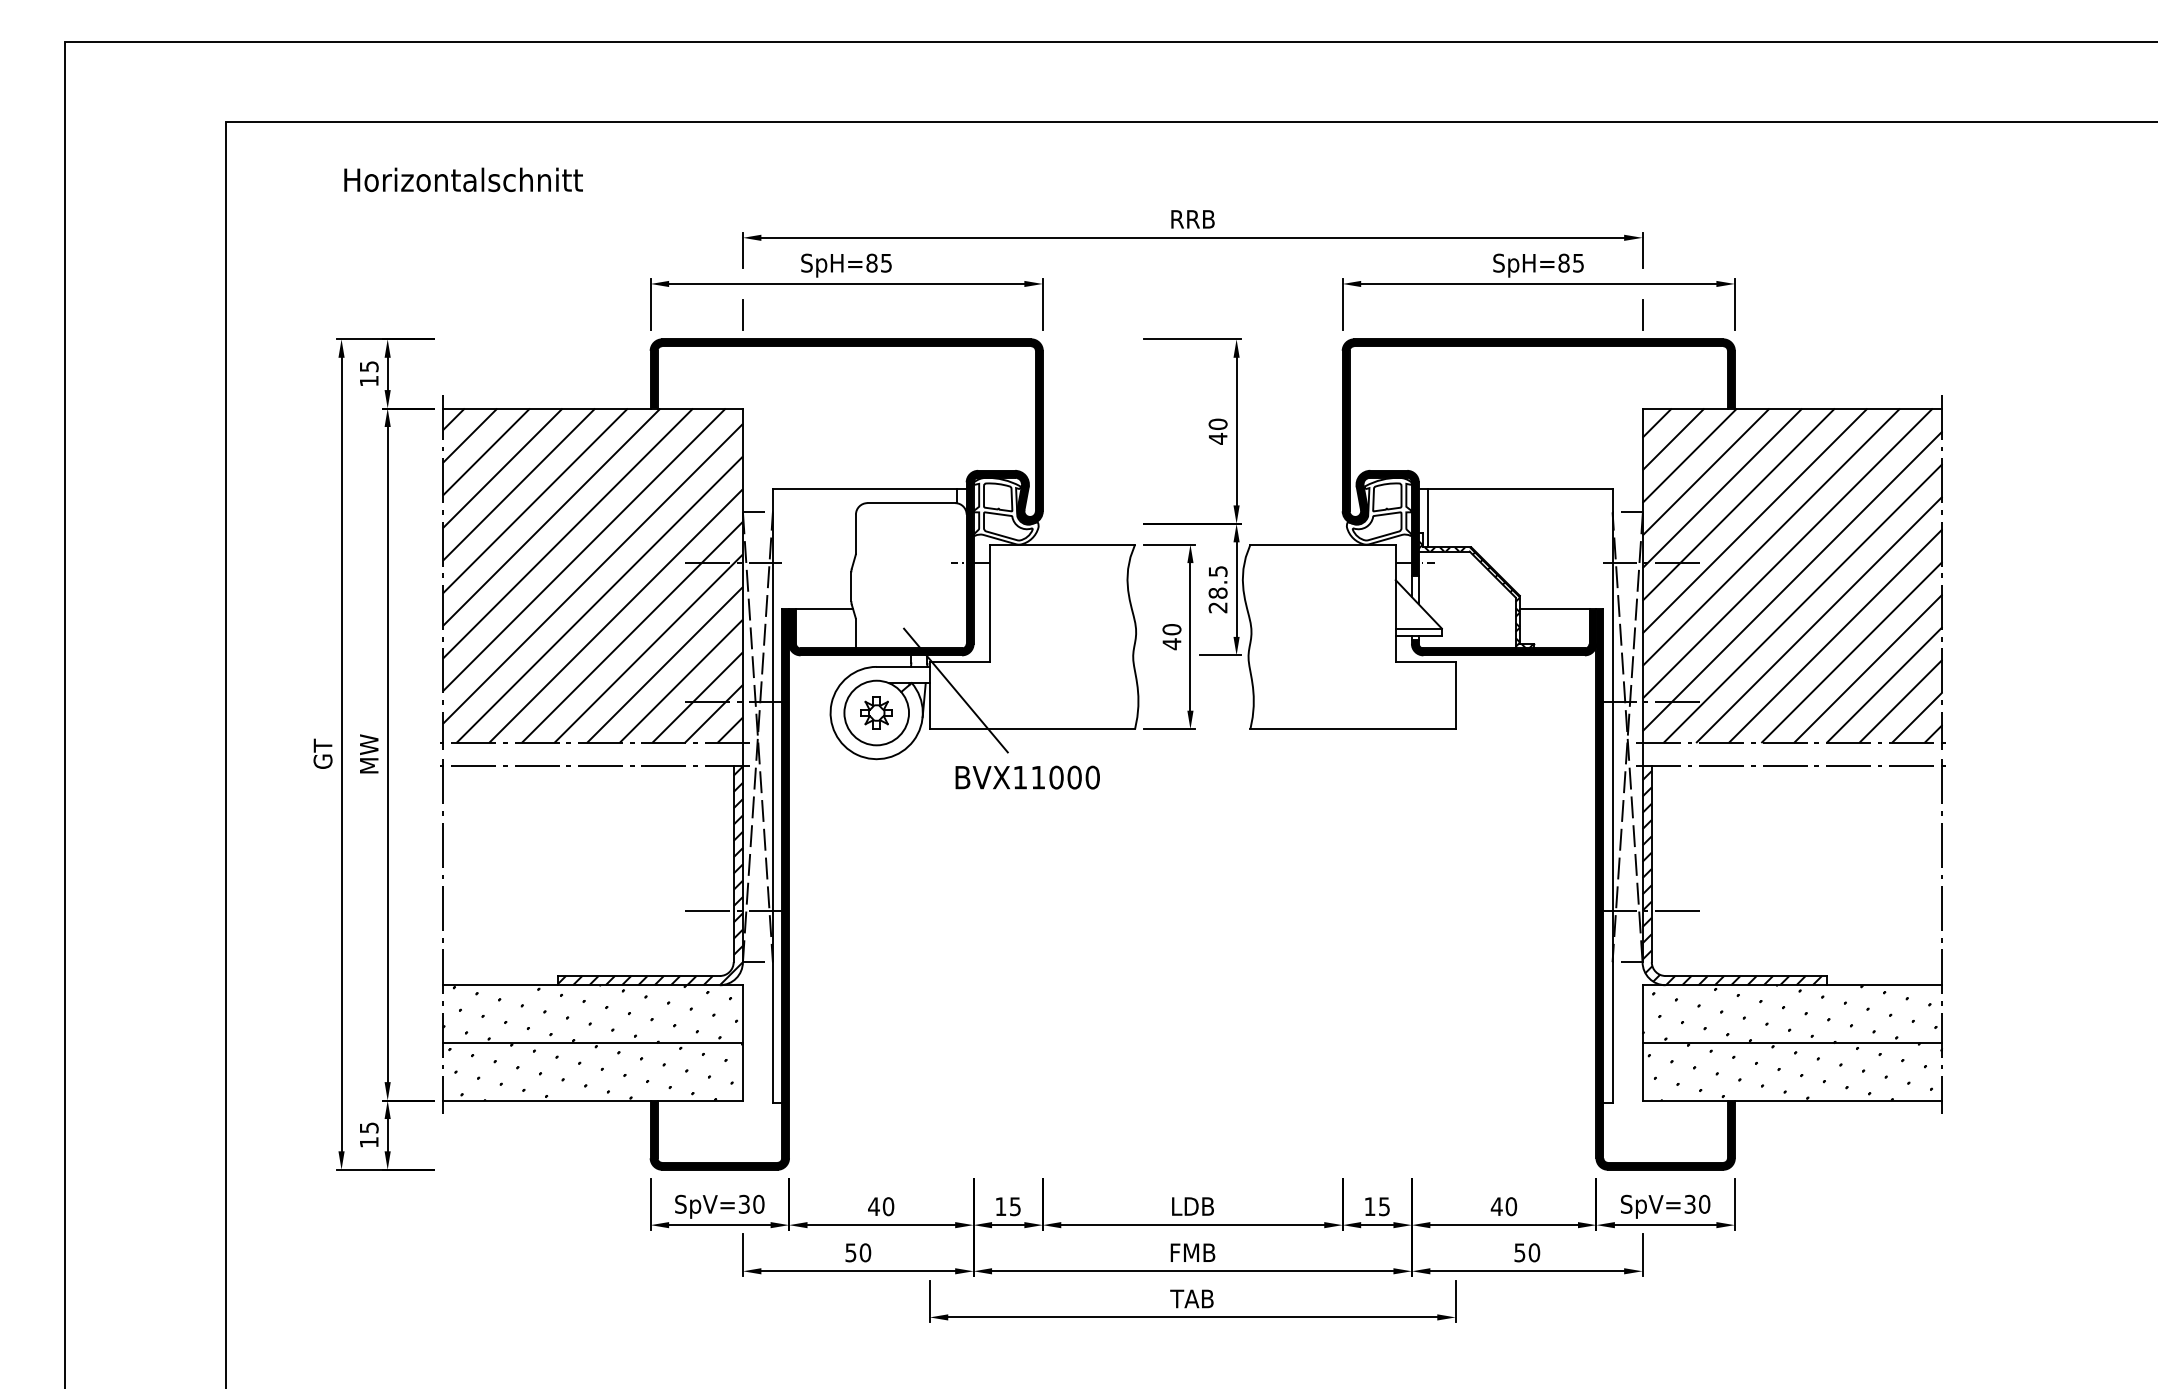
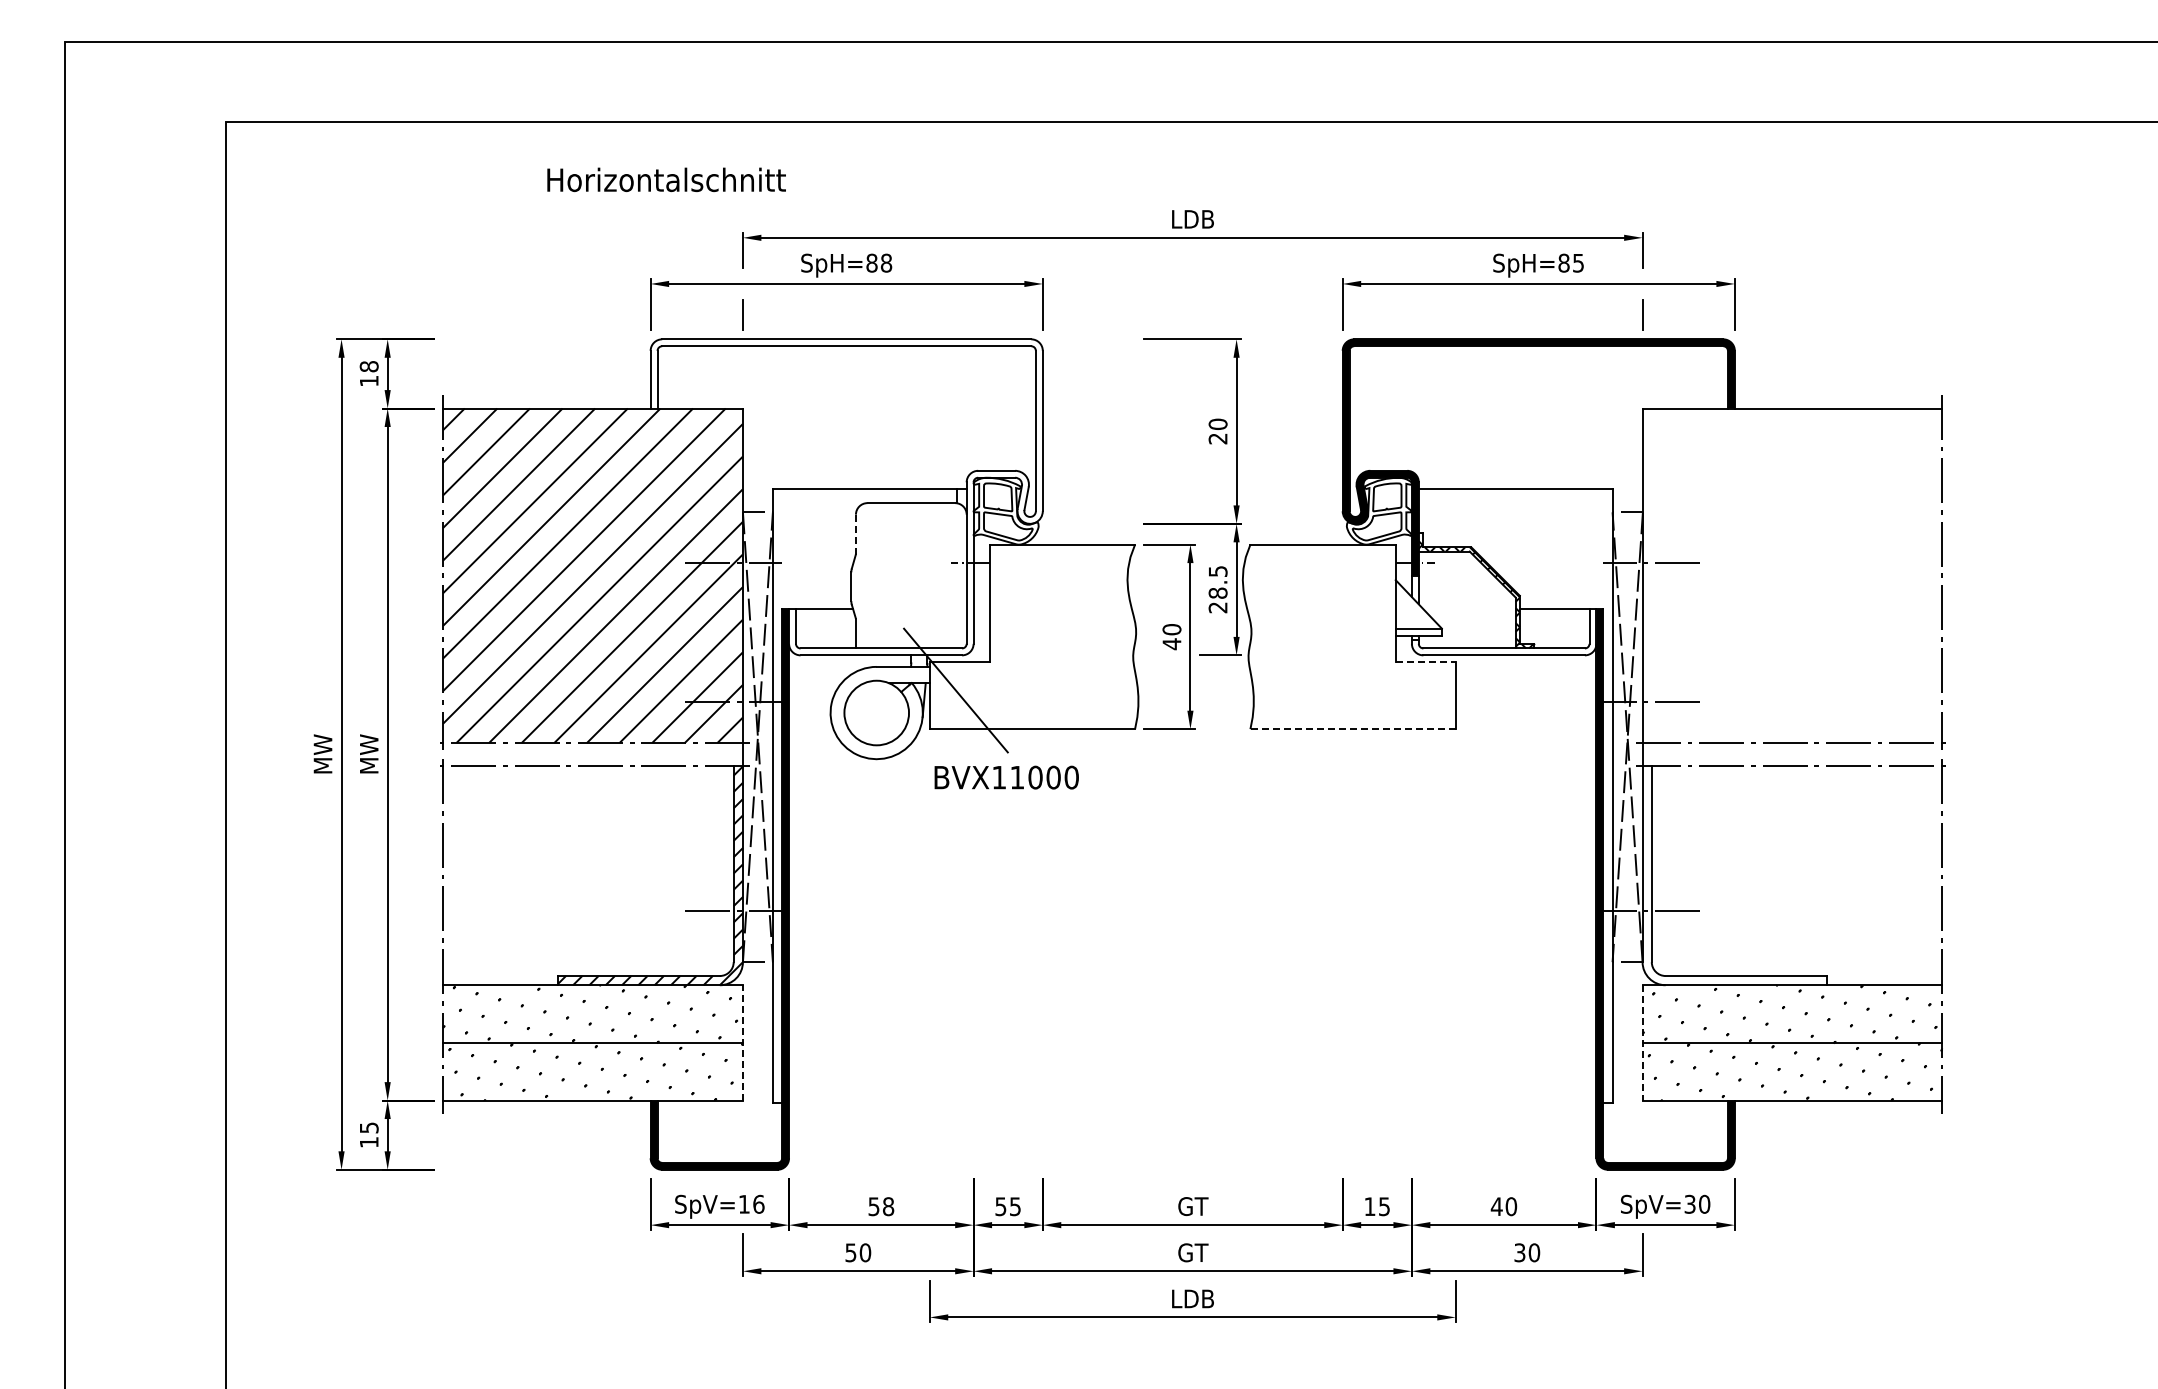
text at (463, 179) position: (463, 179) -> (666, 179)
text at (1192, 219): RRB -> LDB
text at (886, 262): SpH=85 -> SpH=88
text at (368, 366): 15 -> 18
text at (1217, 438): 40 -> 20
fill at (846, 497): present -> none
line at (1428, 518): present -> none
line at (855, 534): solid -> dashed
hatch at (1792, 575): present -> none
fill at (1503, 632): present -> none
line at (1425, 662): solid -> dashed
part at (876, 712): present -> none
line at (1353, 729): solid -> dashed
text at (322, 753): GT -> MW
text at (1027, 777) position: (1027, 777) -> (1006, 777)
hatch at (1732, 878): present -> none
line at (742, 1042): solid -> dashed
line at (1642, 1042): solid -> dashed
text at (751, 1203): SpV=30 -> SpV=16
text at (881, 1206): 40 -> 58
text at (1000, 1206): 15 -> 55
text at (1192, 1206): LDB -> GT
text at (1192, 1252): FMB -> GT
text at (1520, 1252): 50 -> 30
text at (1191, 1298): TAB -> LDB
